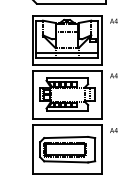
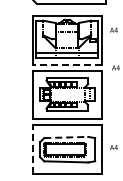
text at (113, 20) position: (113, 20) -> (113, 29)
line at (66, 64): solid -> dashed
text at (113, 75) position: (113, 75) -> (115, 67)
text at (113, 130) position: (113, 130) -> (113, 147)
line at (66, 137): solid -> dashed
line at (32, 149): solid -> dashed
